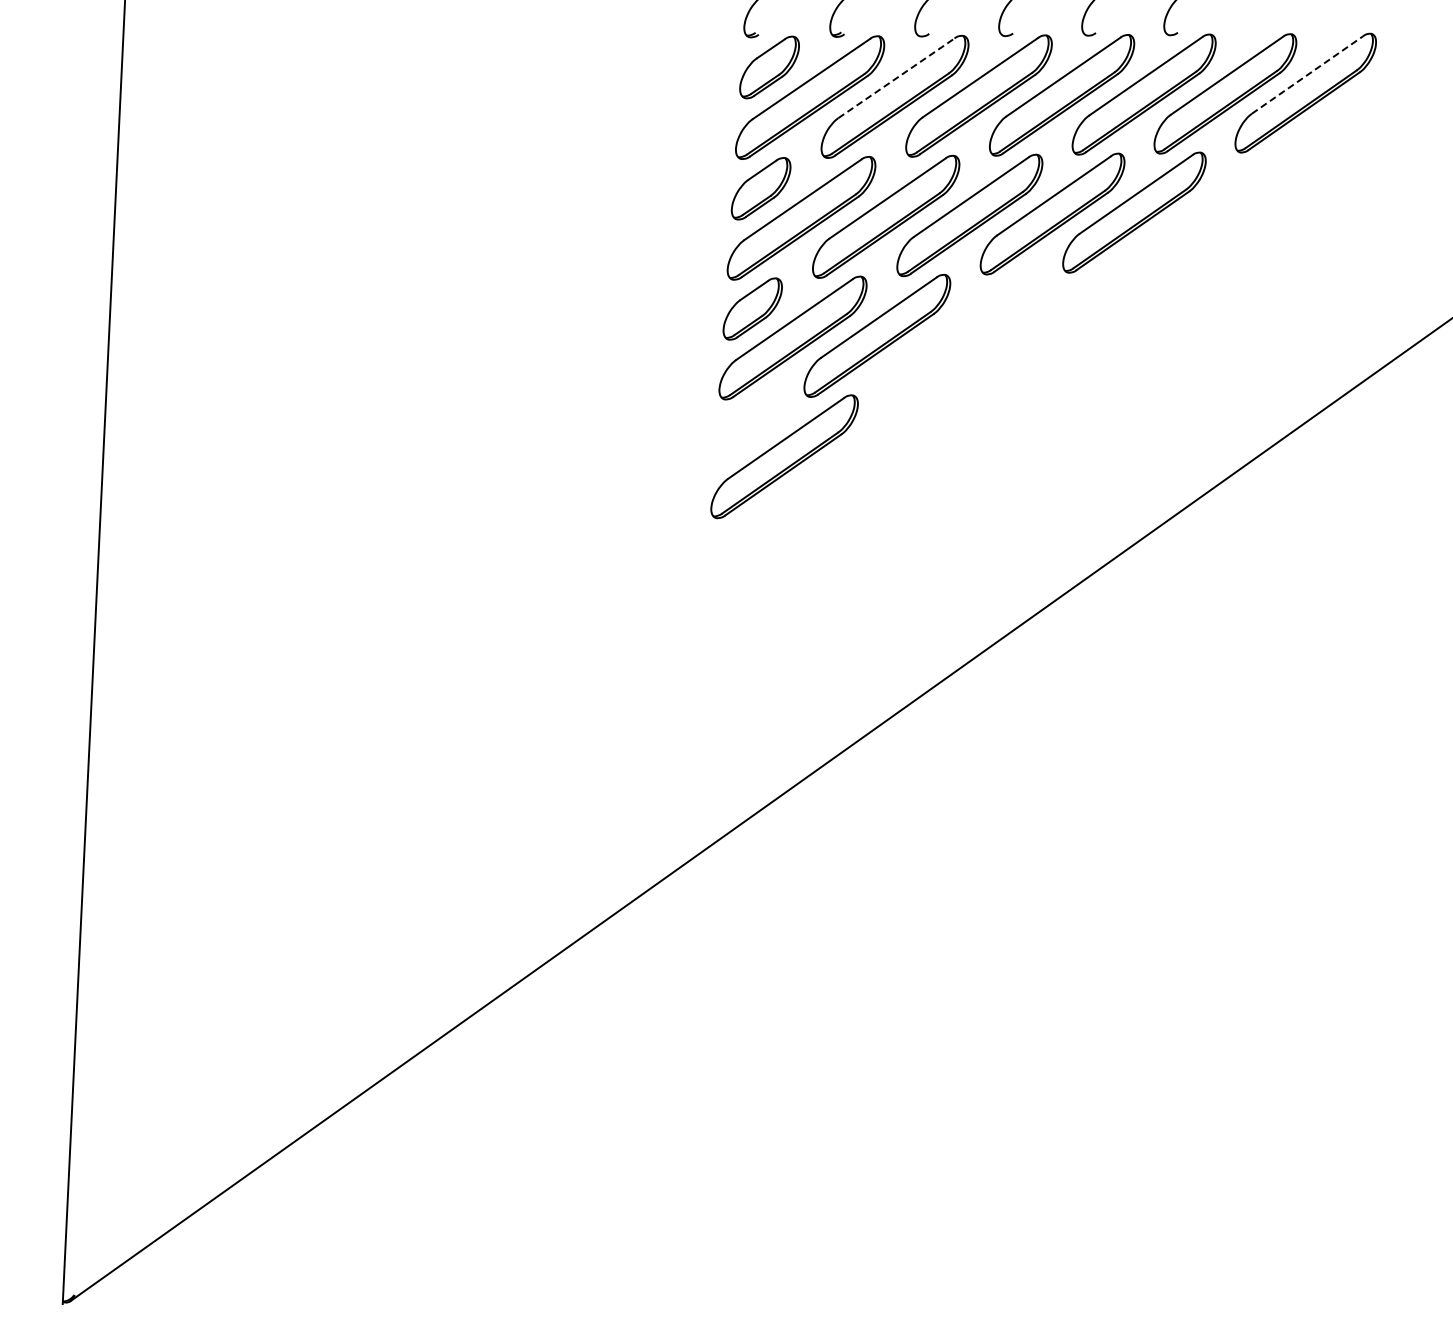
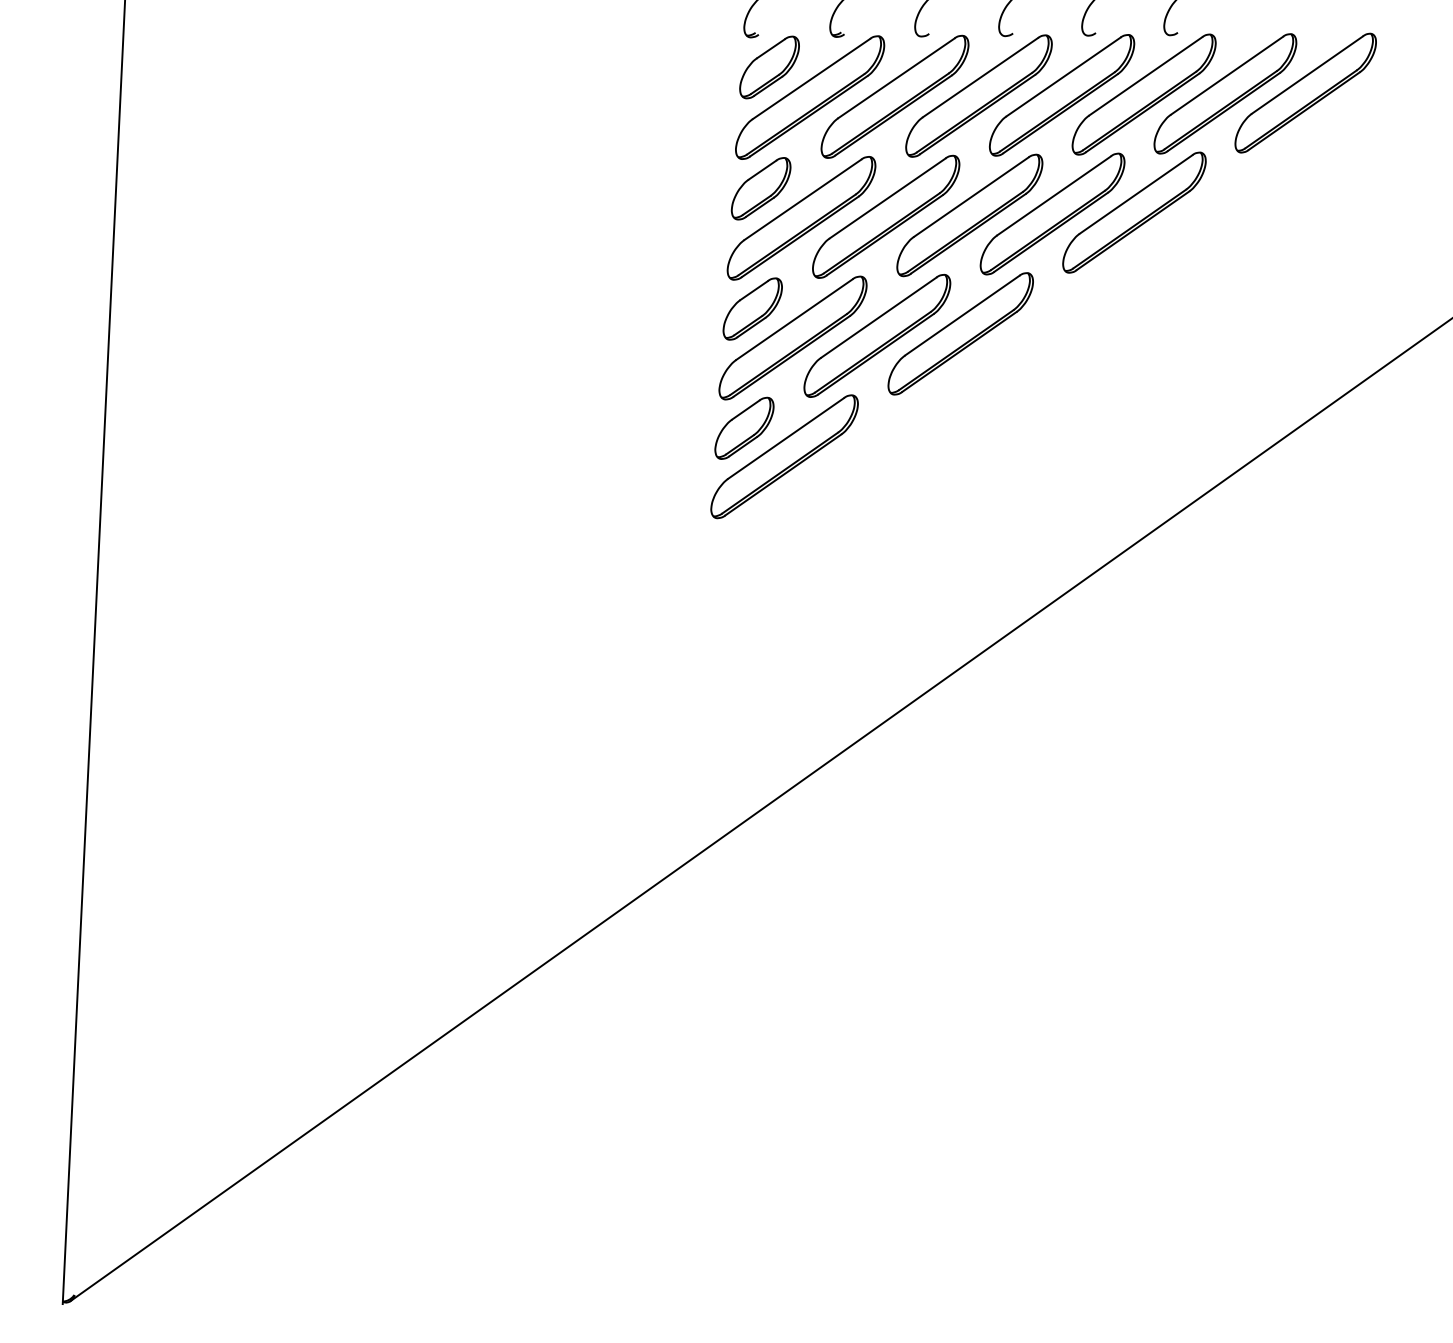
line at (1307, 75): dashed -> solid
line at (896, 78): dashed -> solid
part at (960, 333): none -> present
part at (744, 427): none -> present
